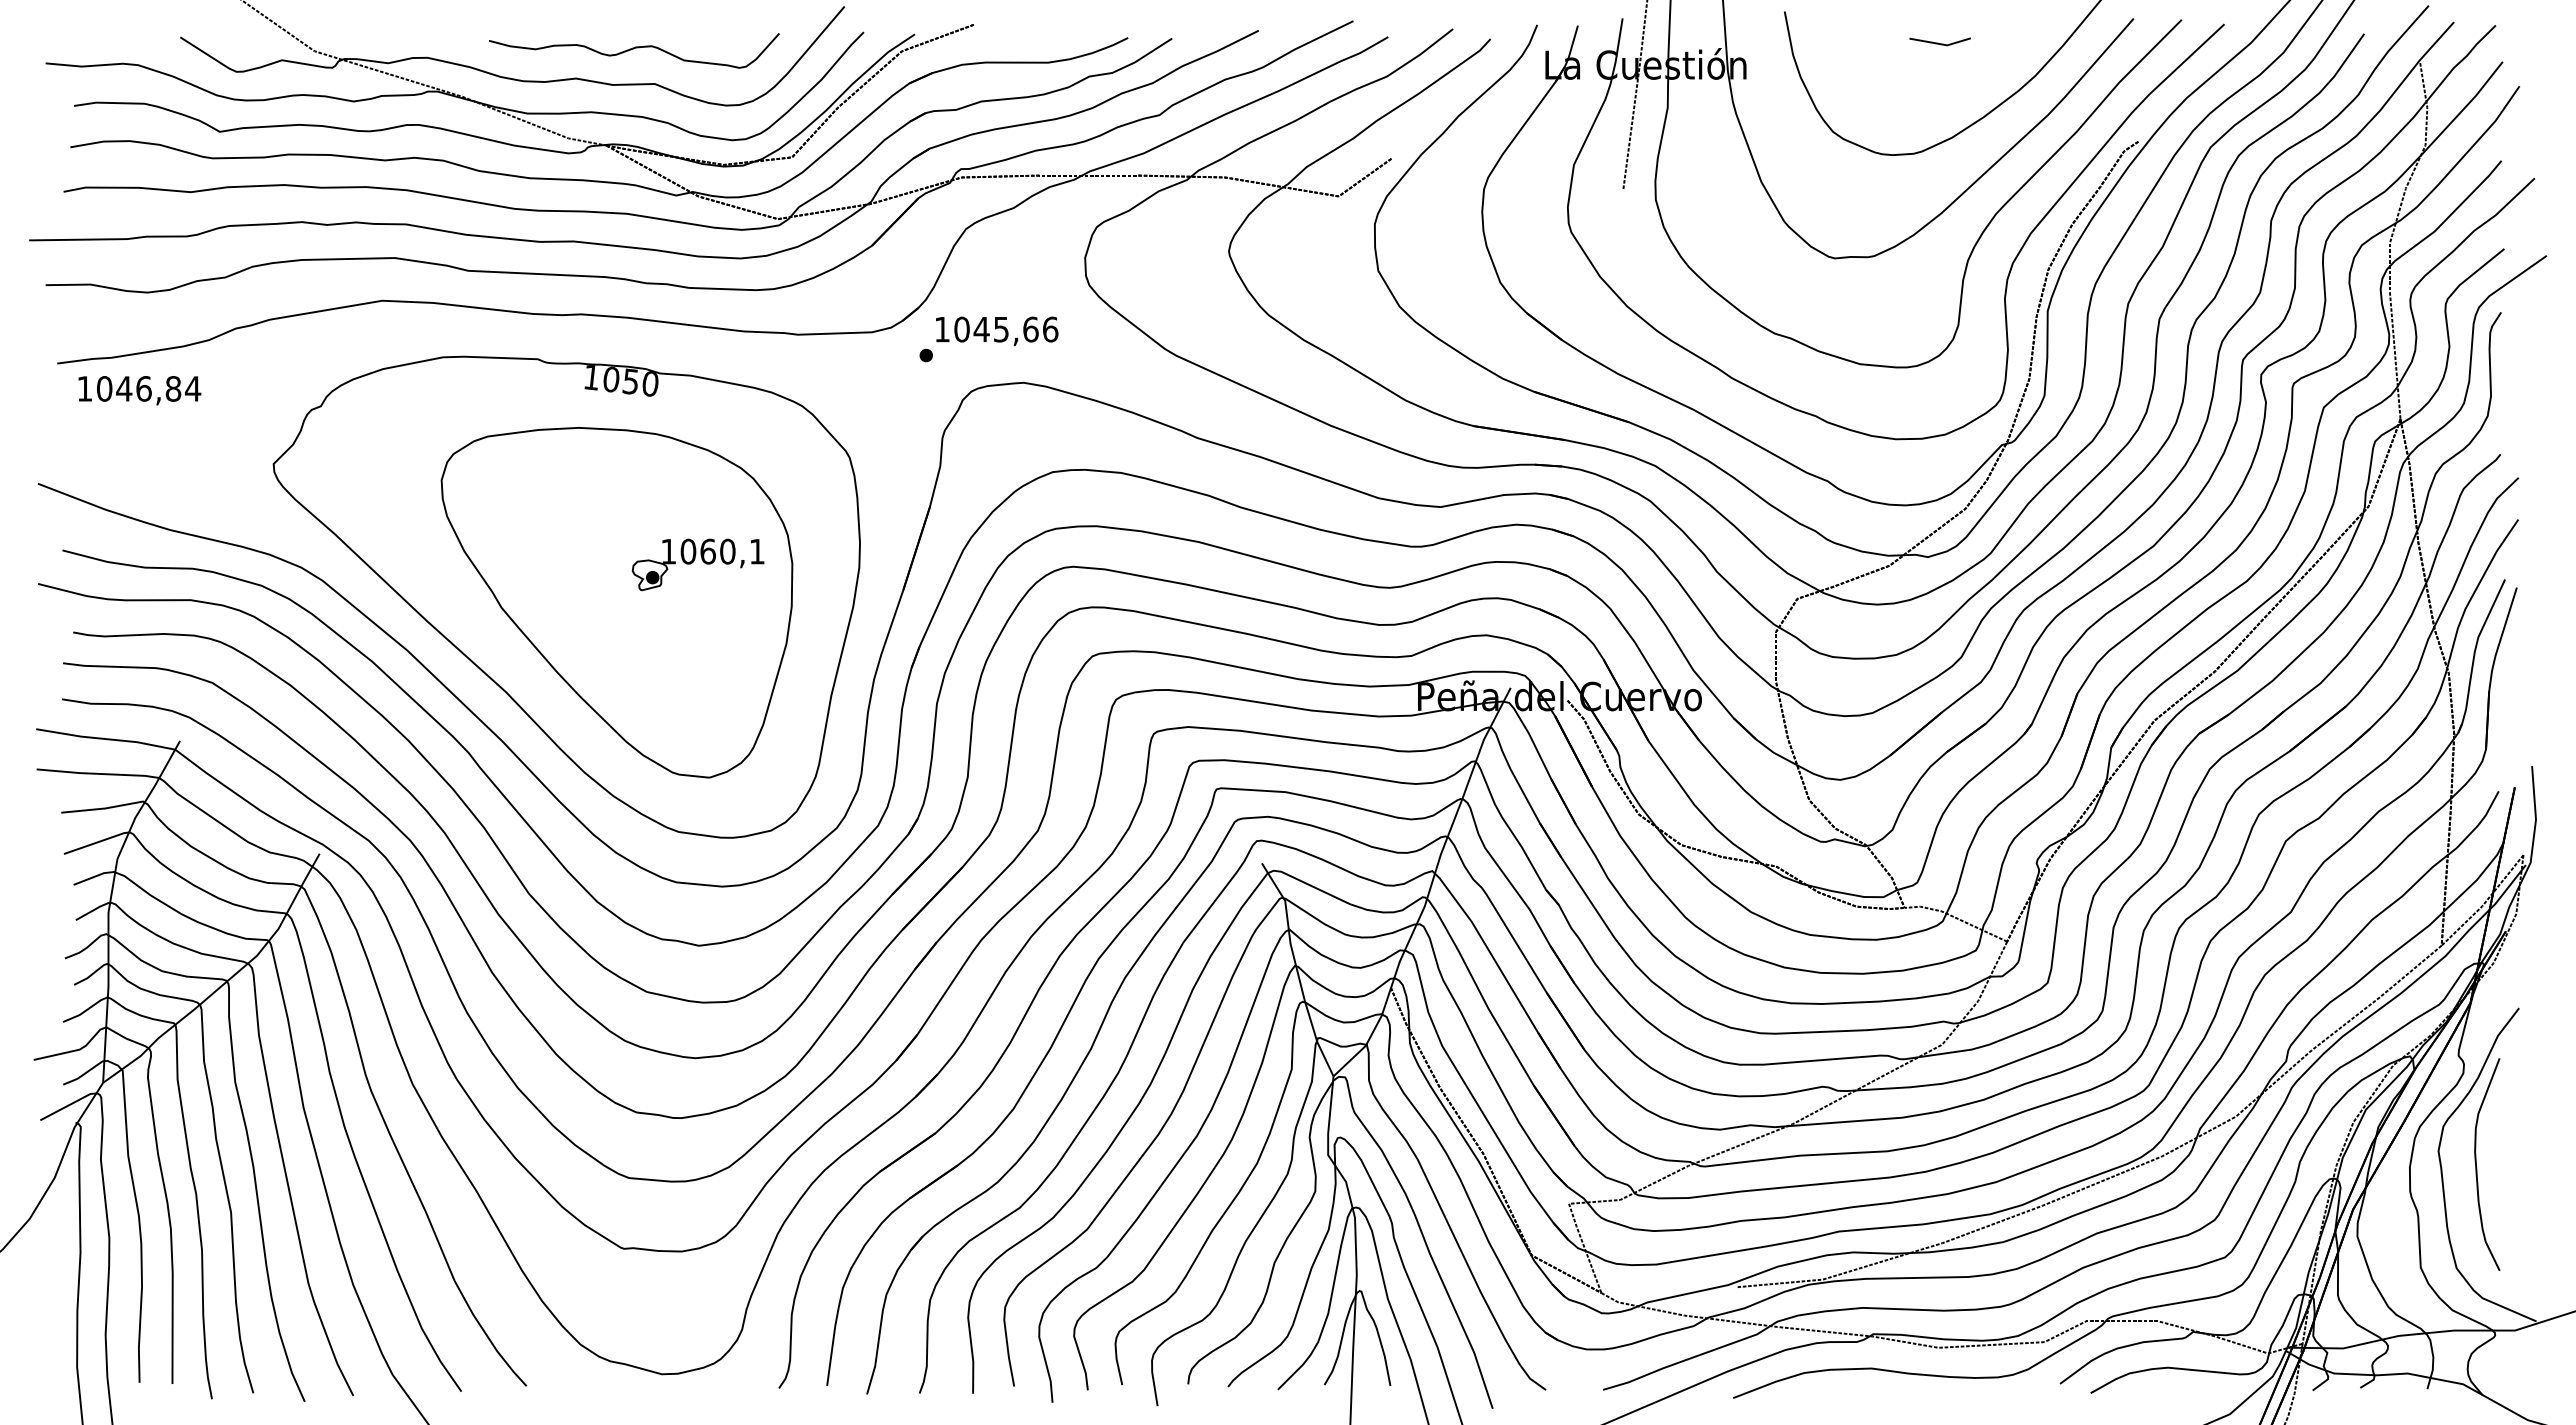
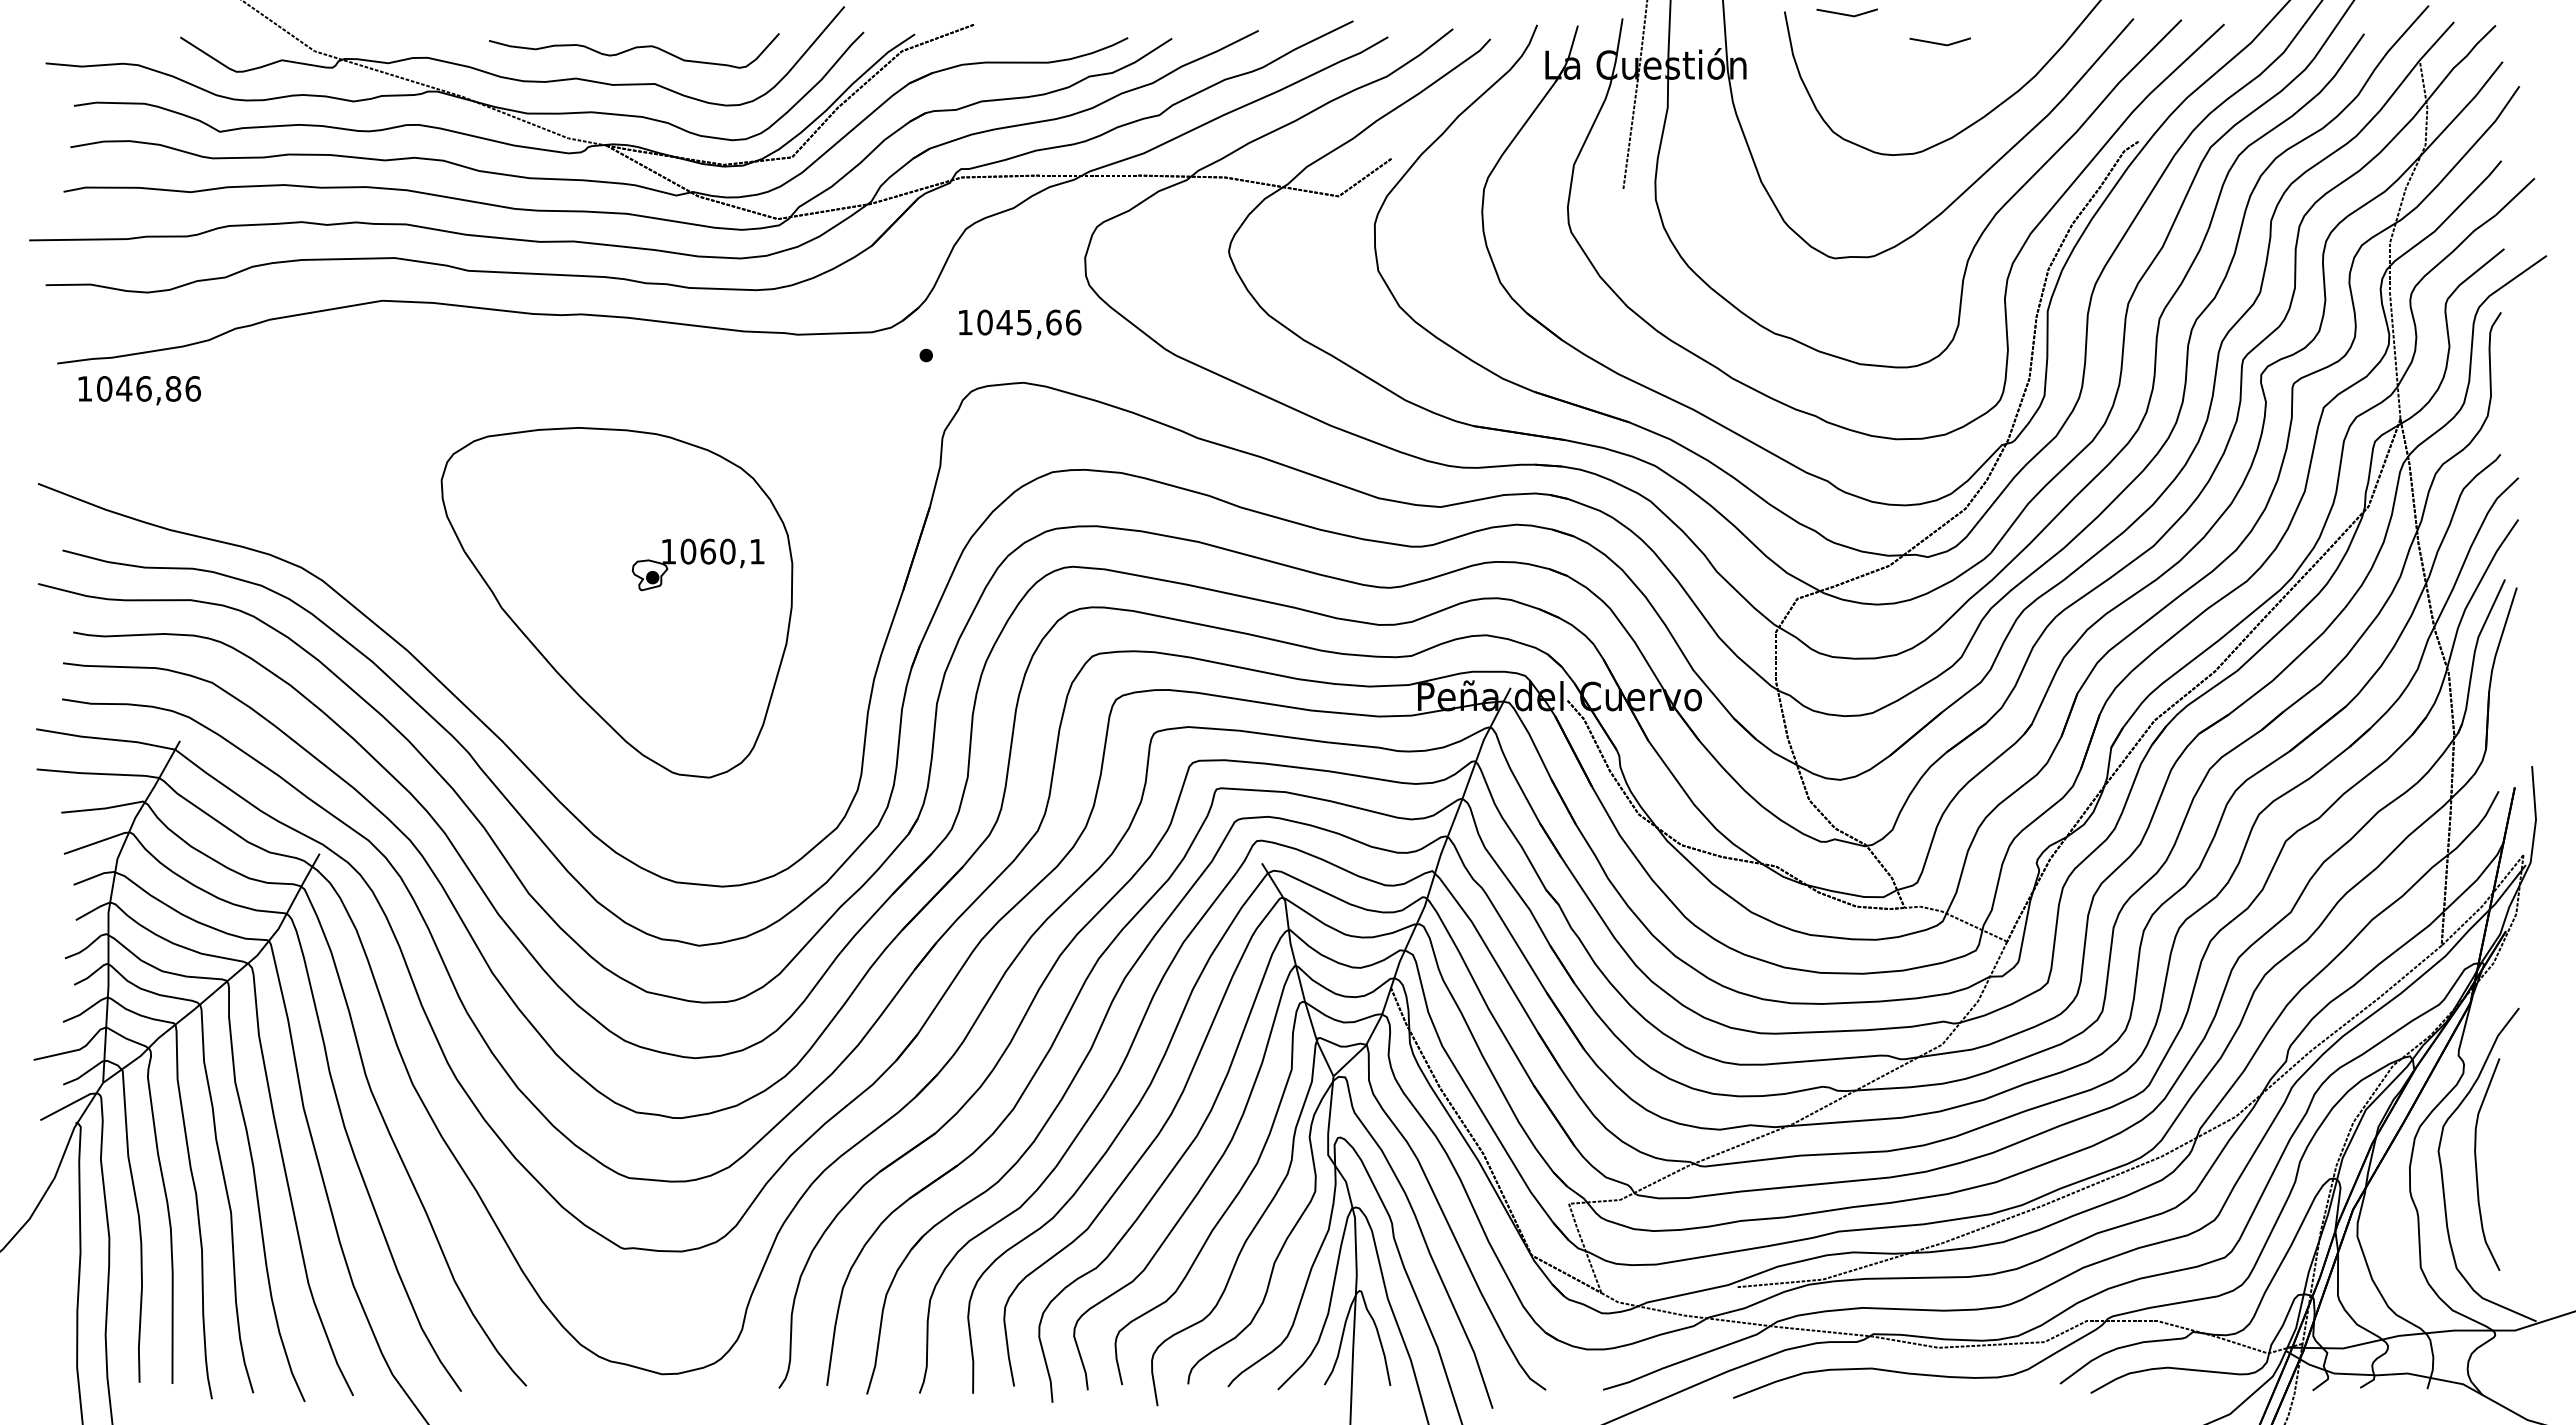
line at (1845, 13): none -> present
text at (997, 330) position: (997, 330) -> (1020, 323)
text at (192, 388): 1046,84 -> 1046,86
part at (566, 596): present -> none
